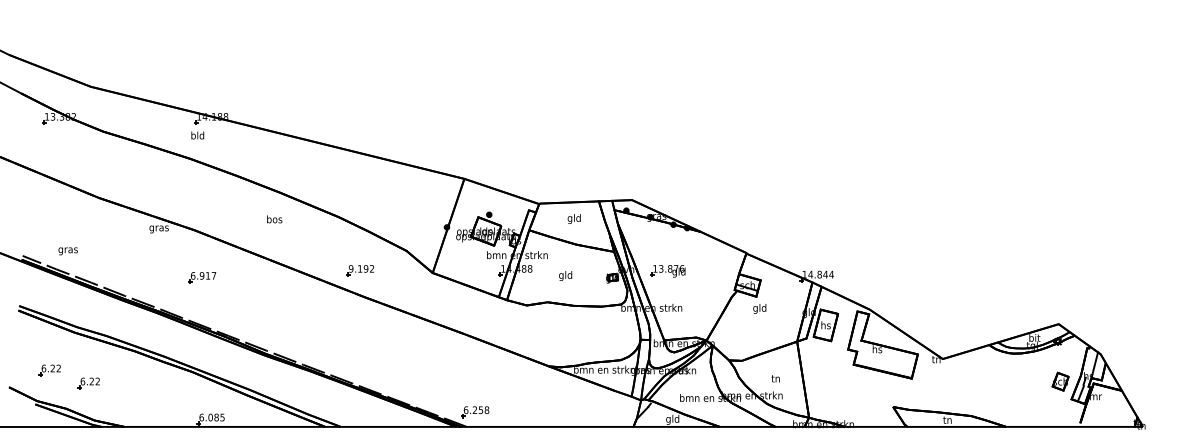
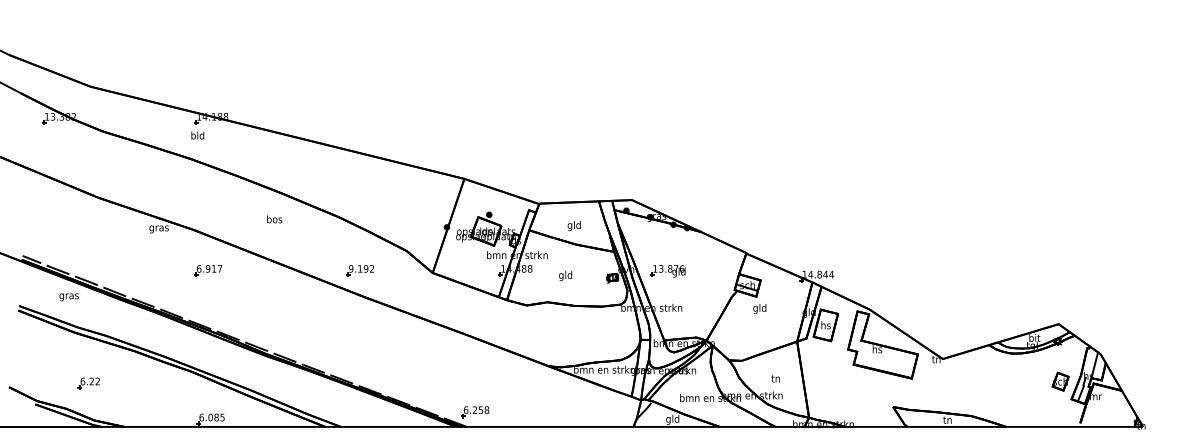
text at (573, 218) position: (573, 218) -> (573, 225)
text at (67, 251) position: (67, 251) -> (68, 297)
part at (202, 277) position: (202, 277) -> (208, 270)
part at (49, 370): present -> none
